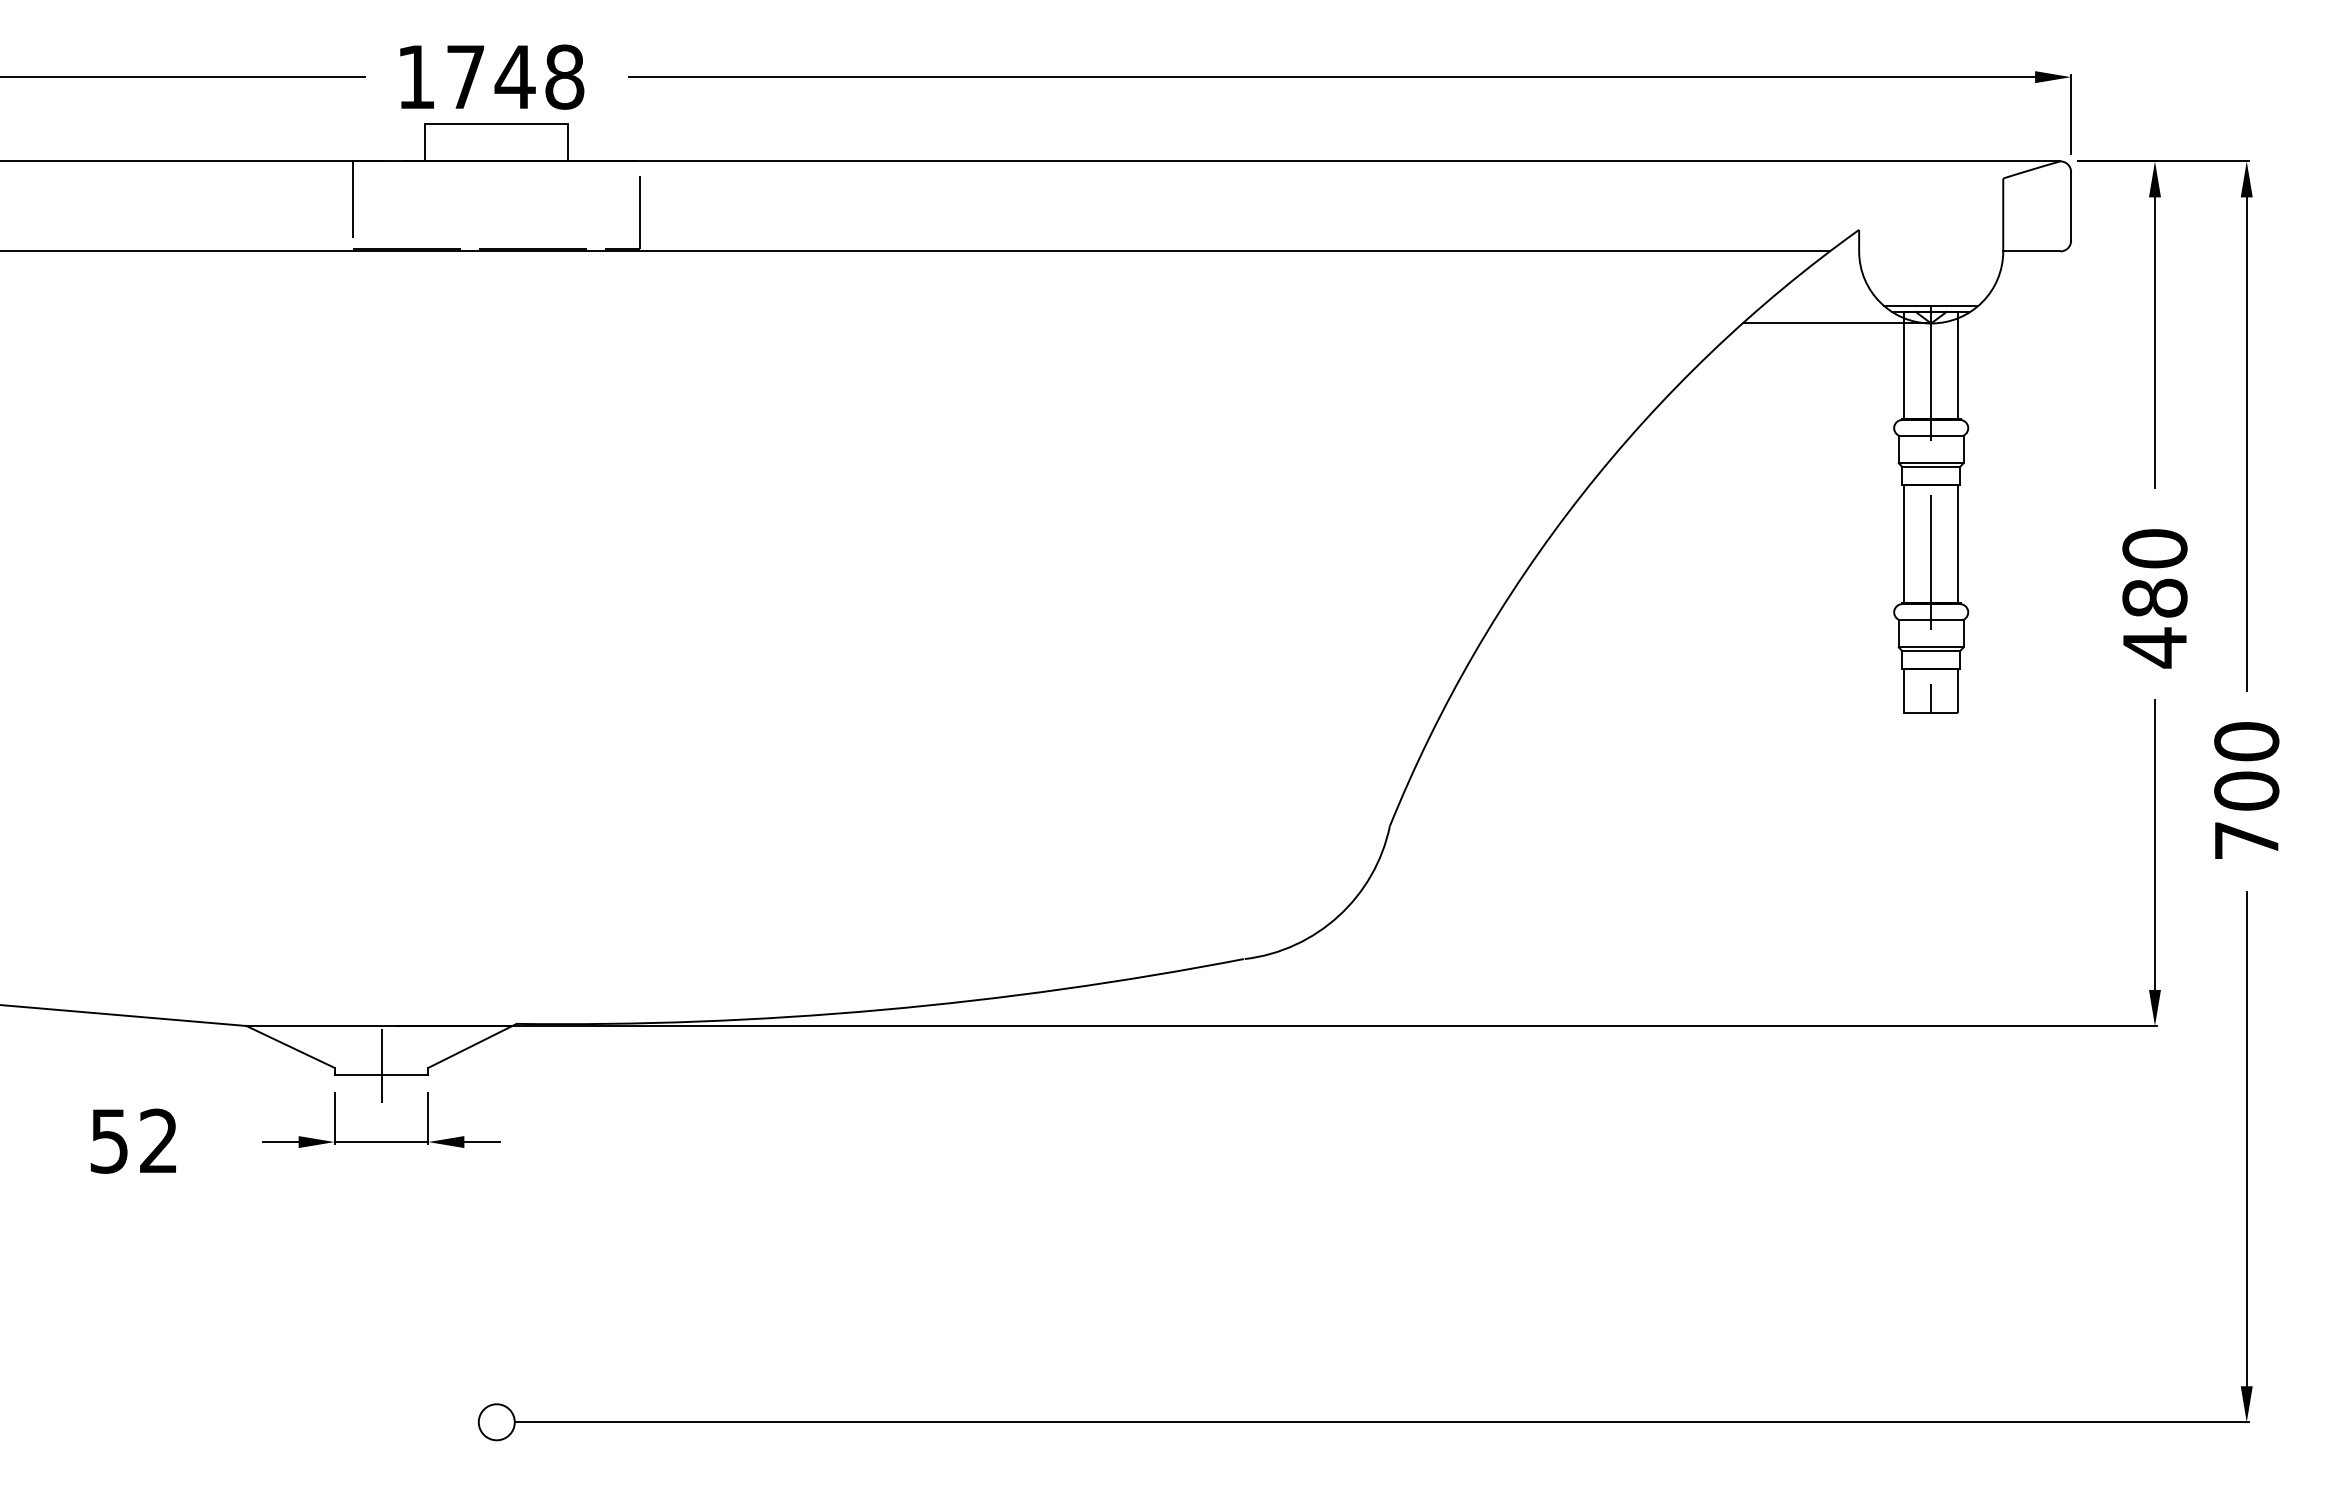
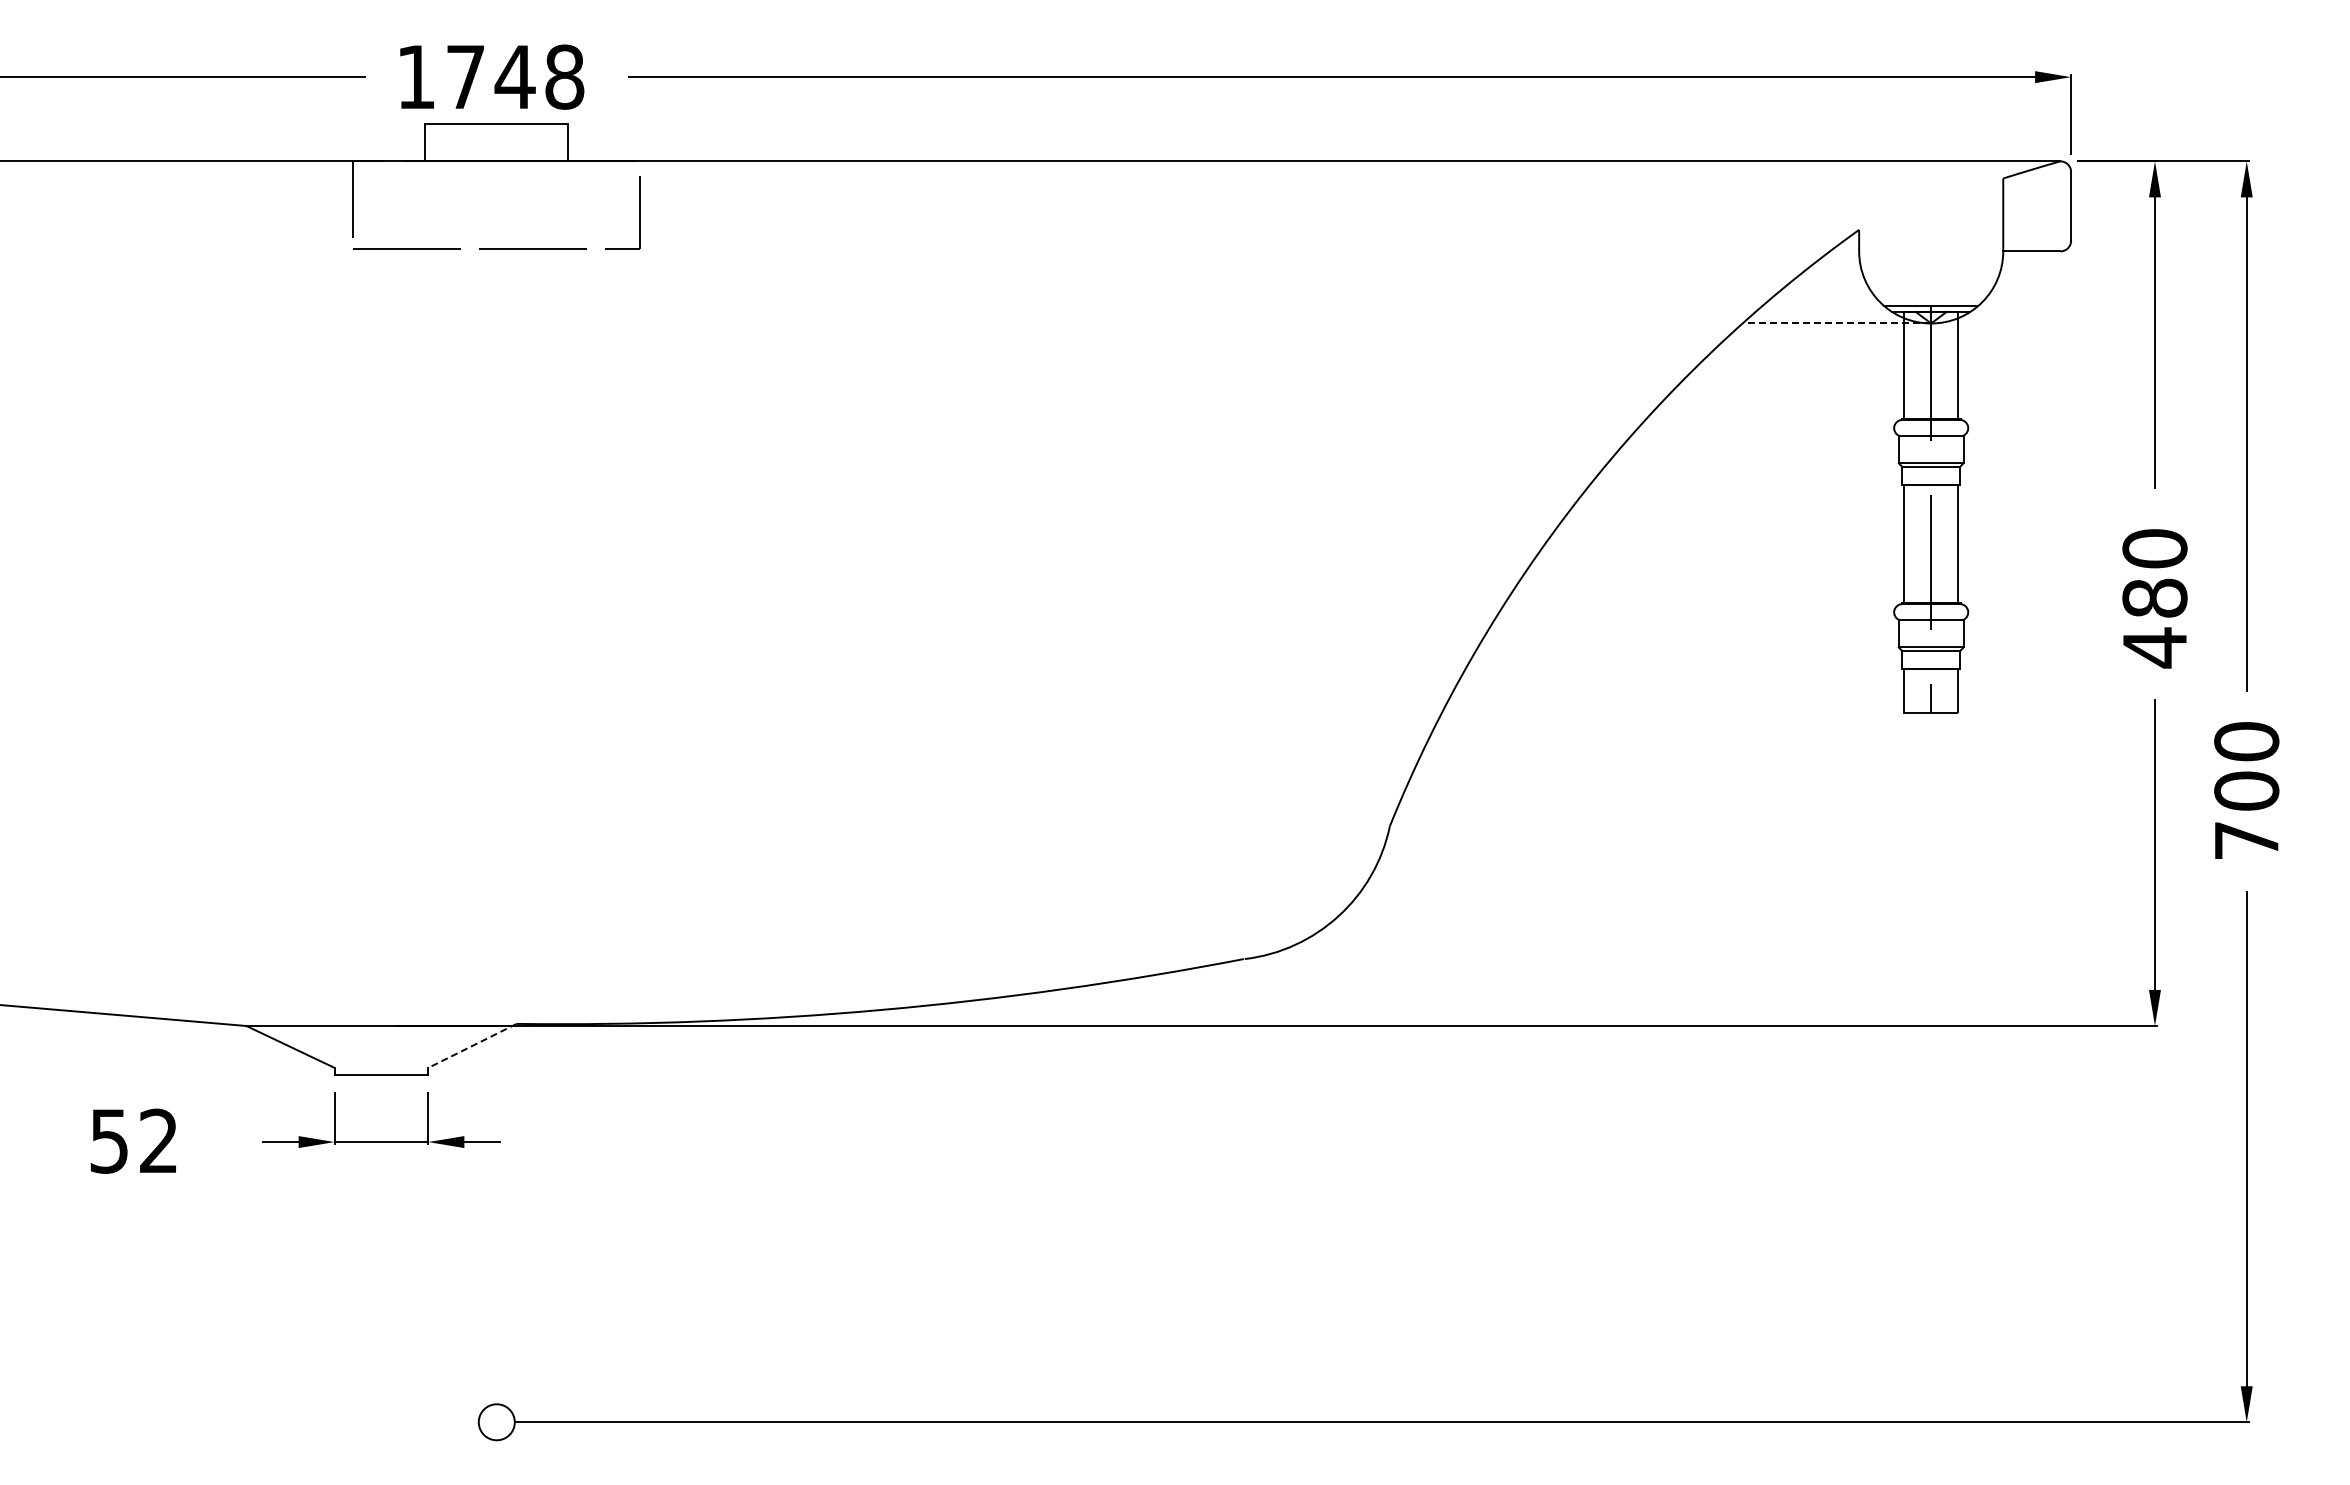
line at (915, 251): present -> none
line at (1836, 323): solid -> dashed
line at (472, 1046): solid -> dashed
line at (381, 1065): present -> none
